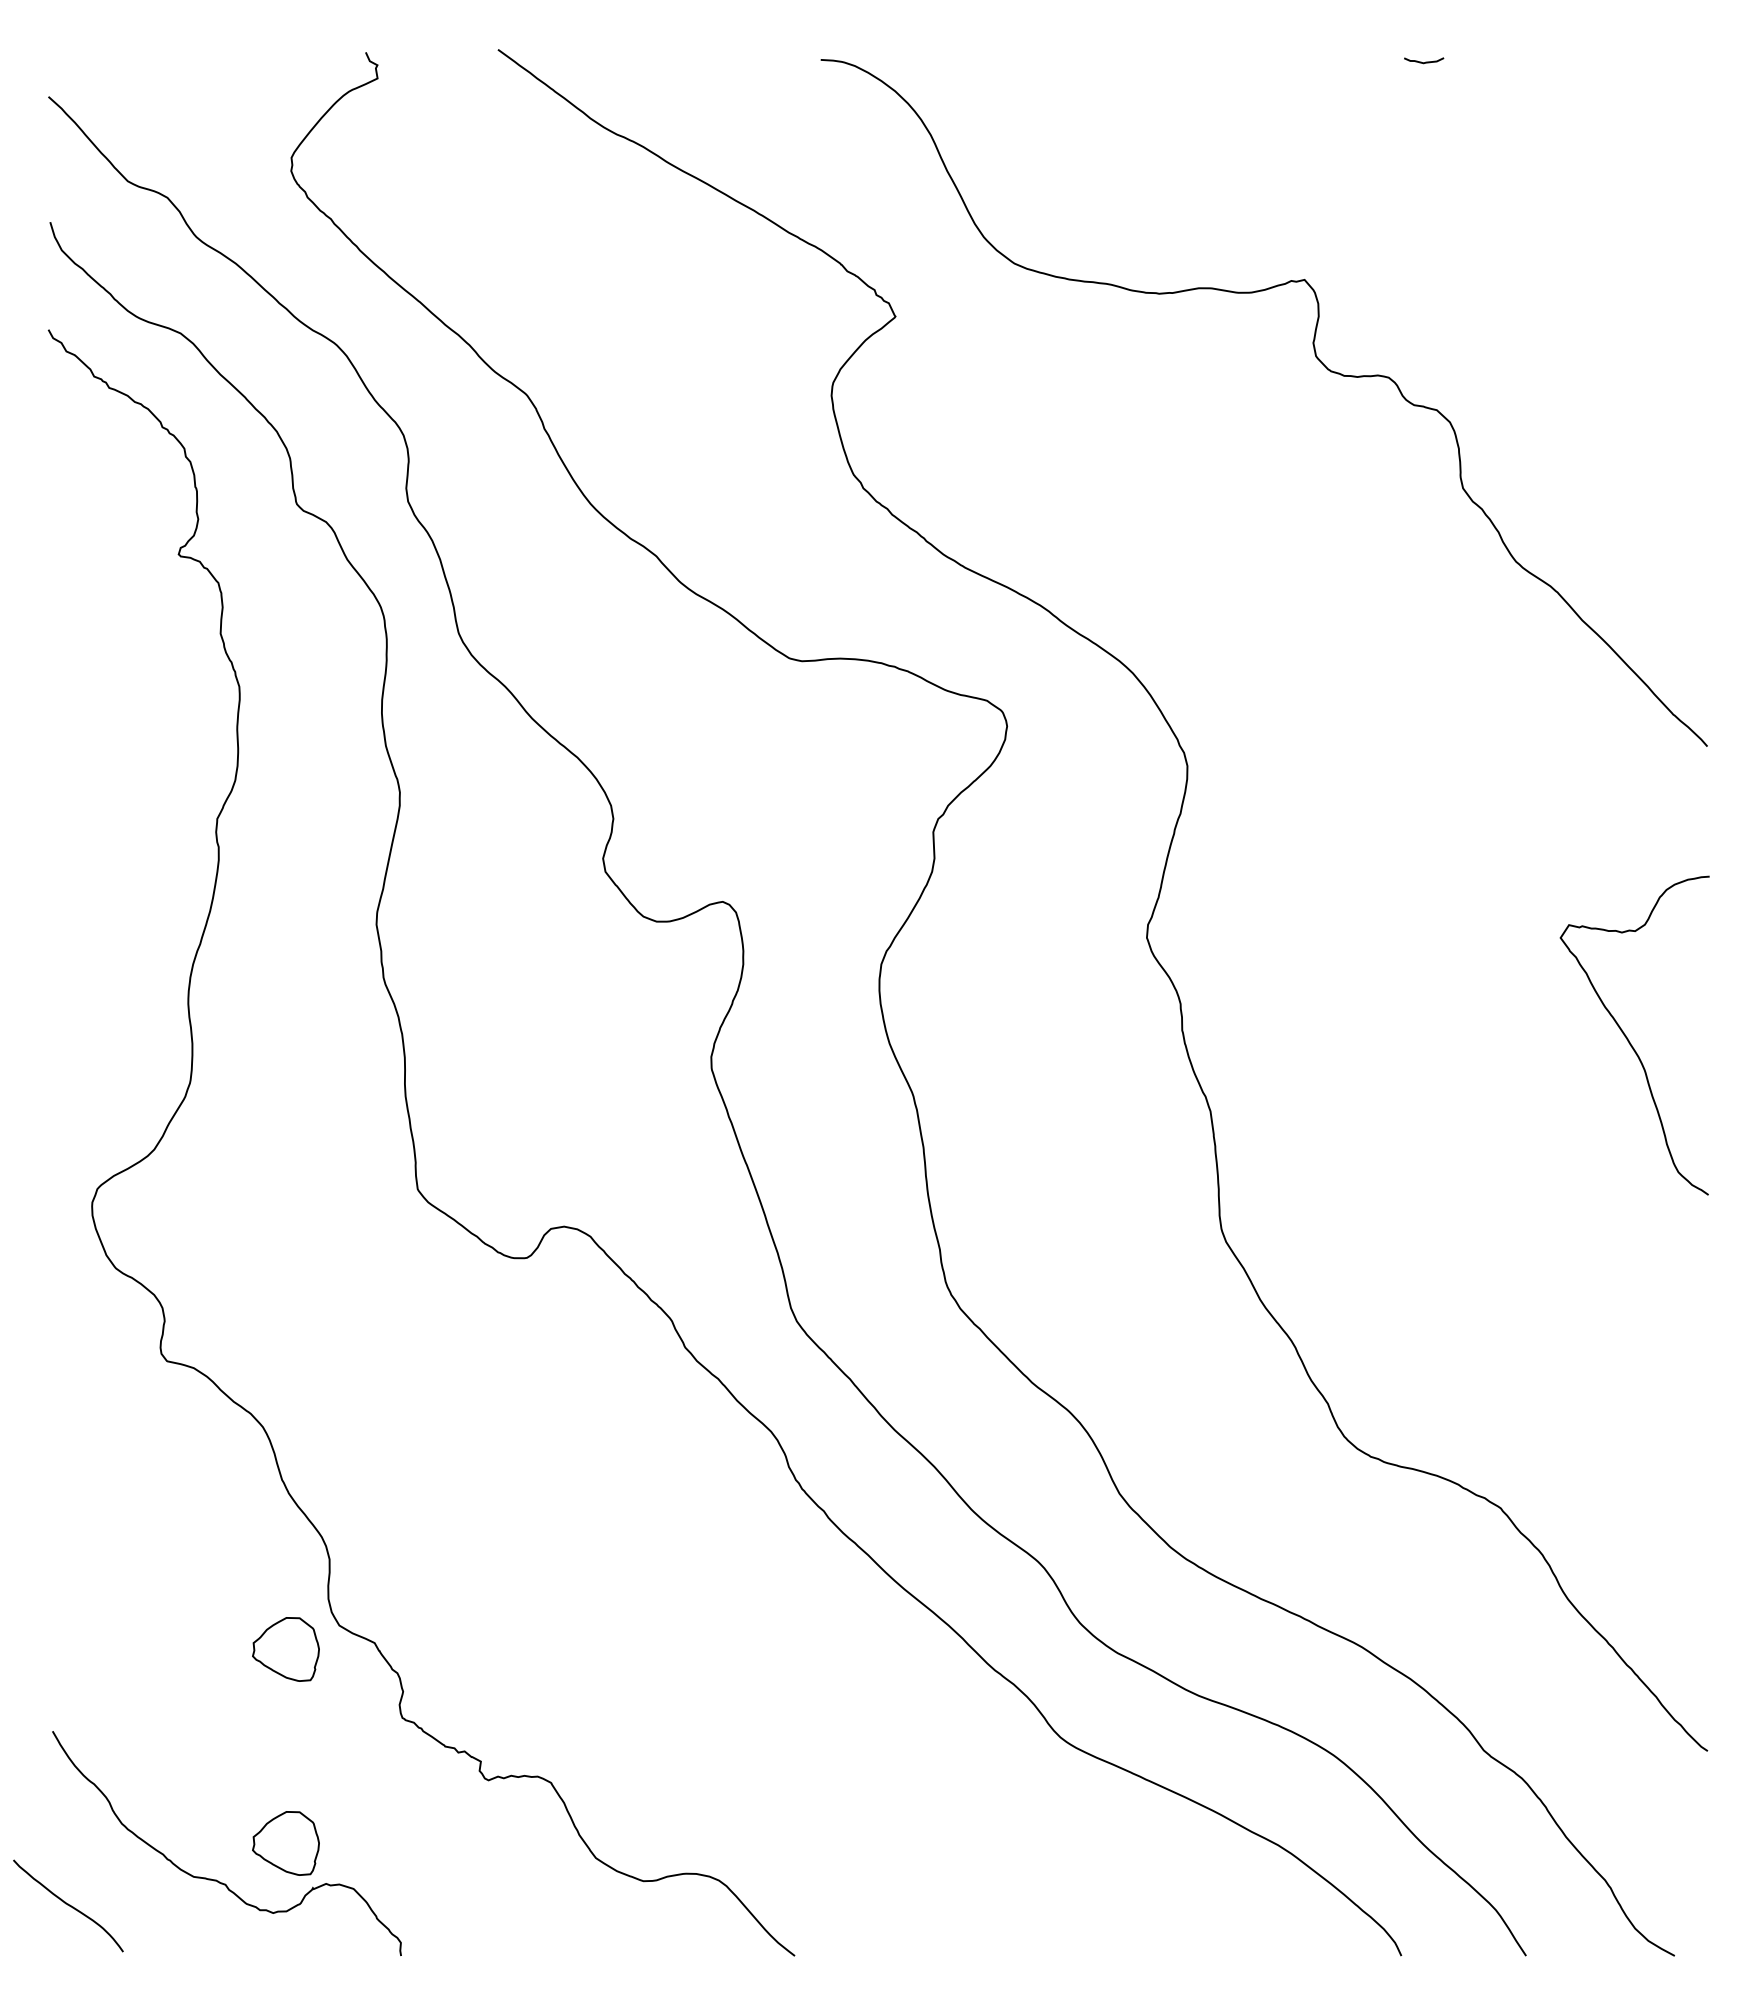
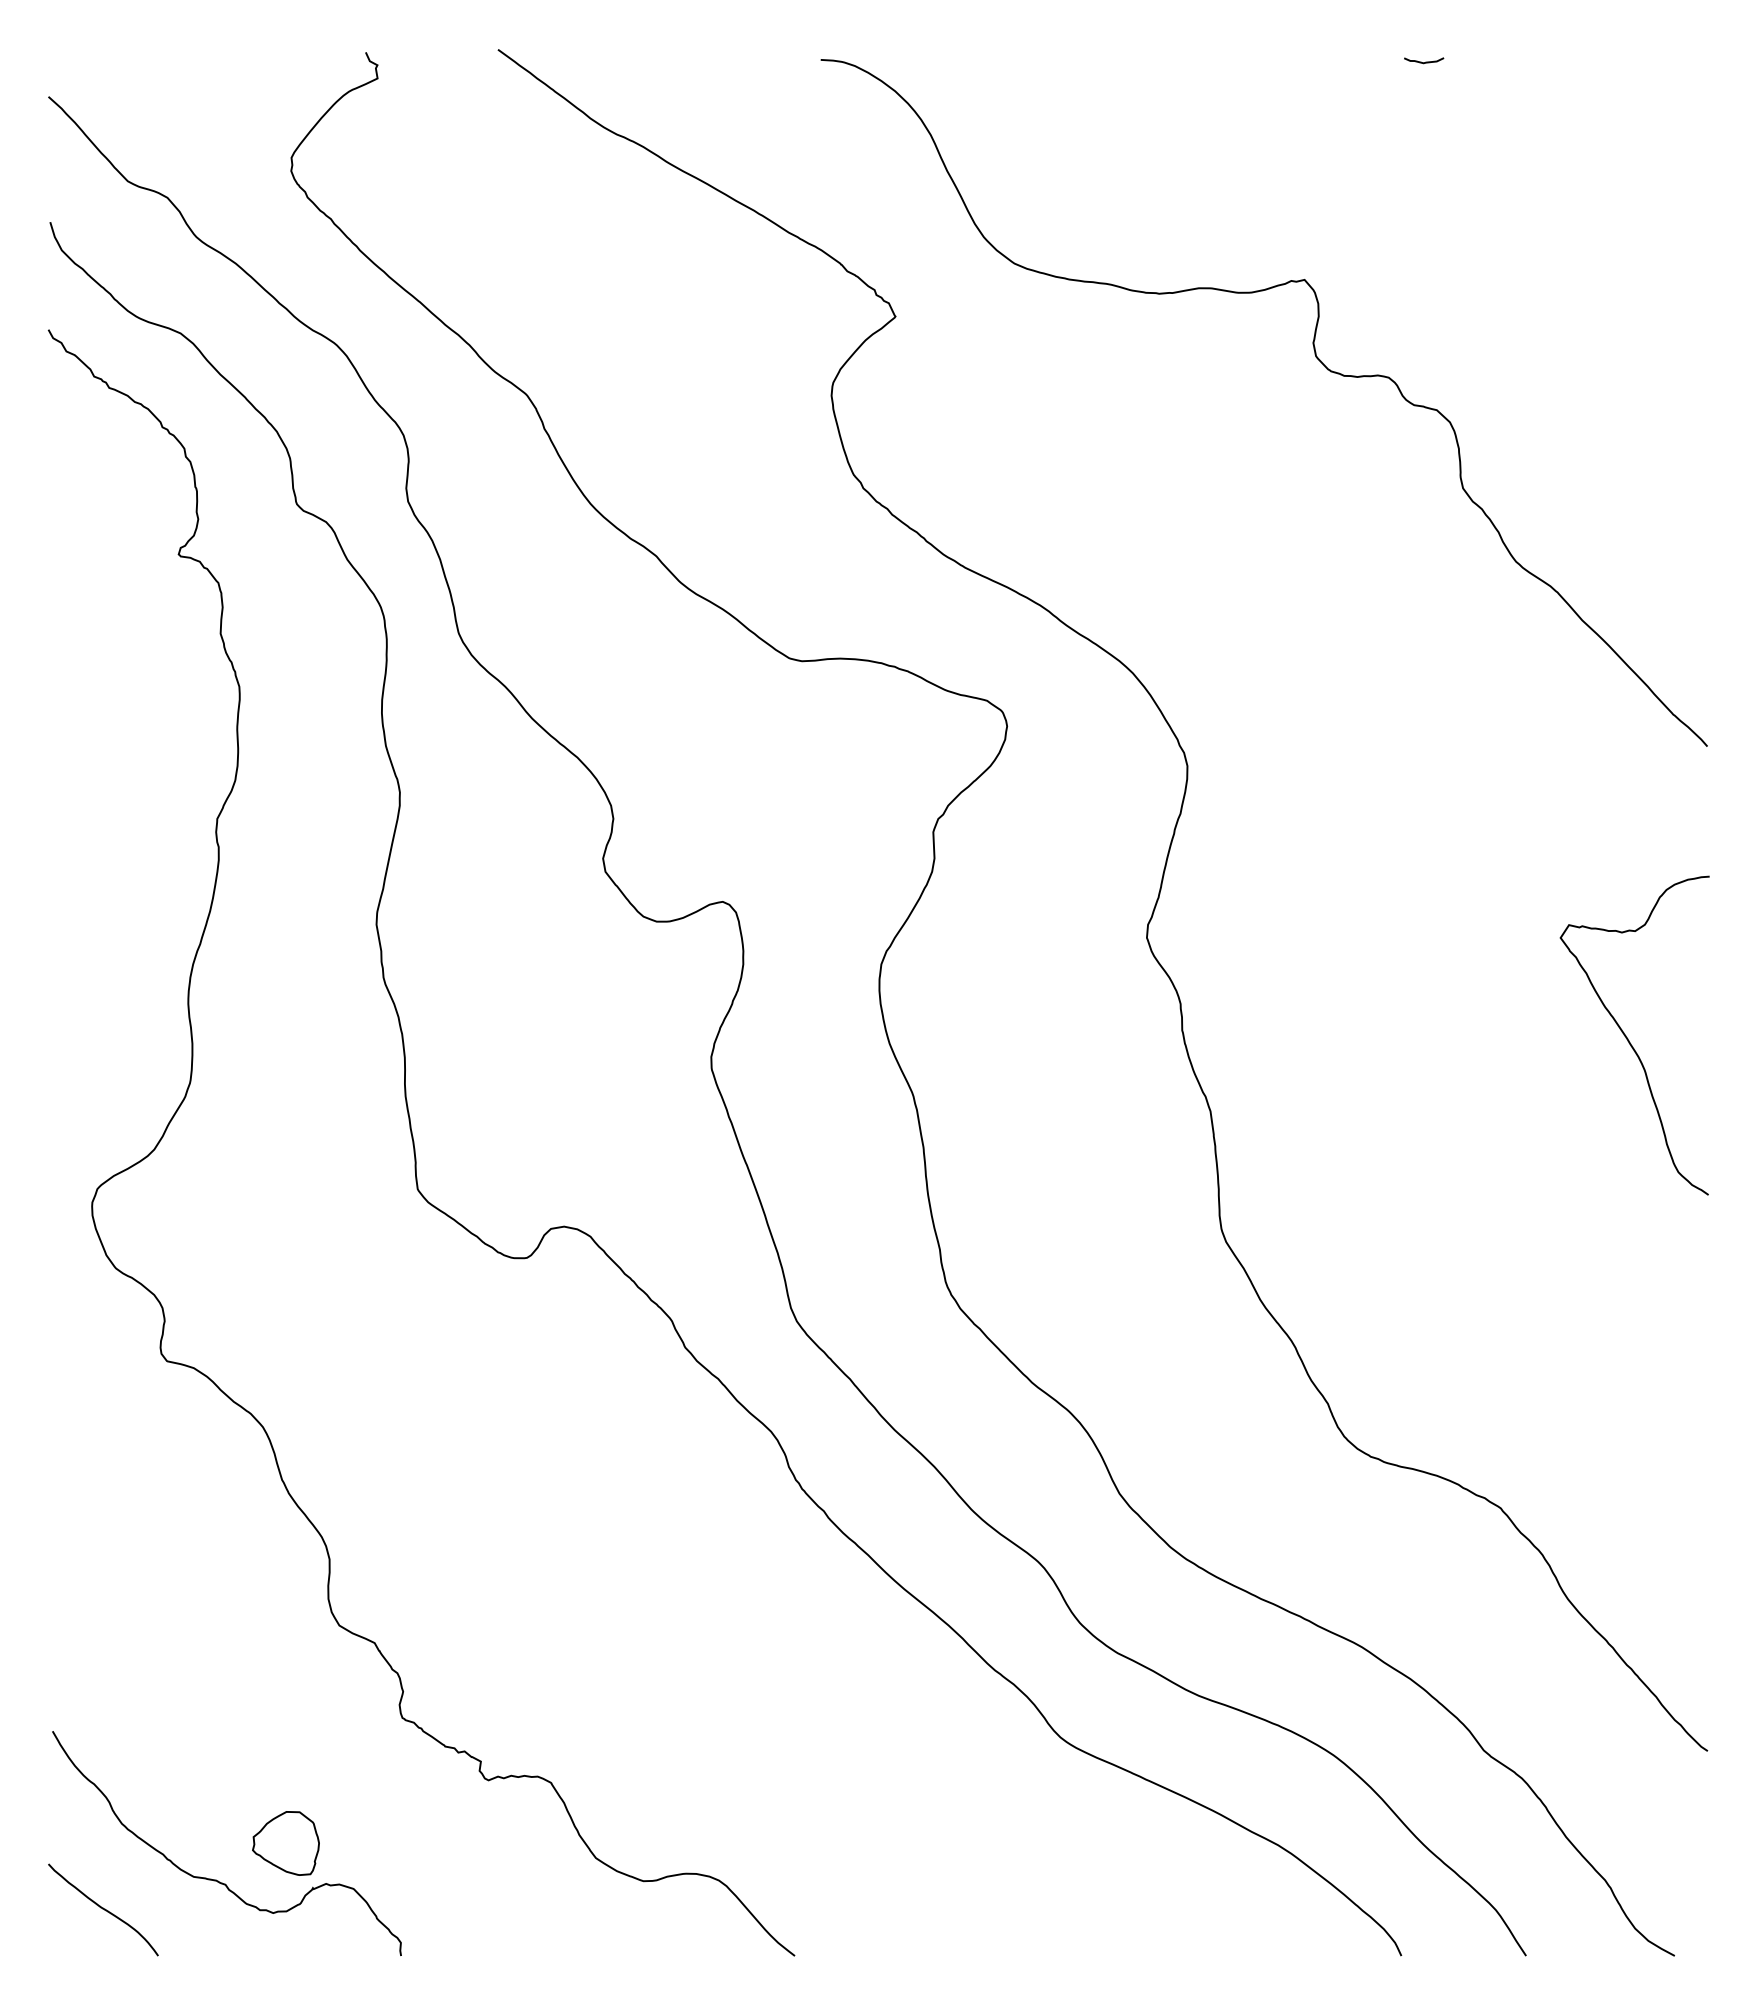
part at (285, 1649): present -> none
curve at (68, 1905) position: (68, 1905) -> (103, 1909)
